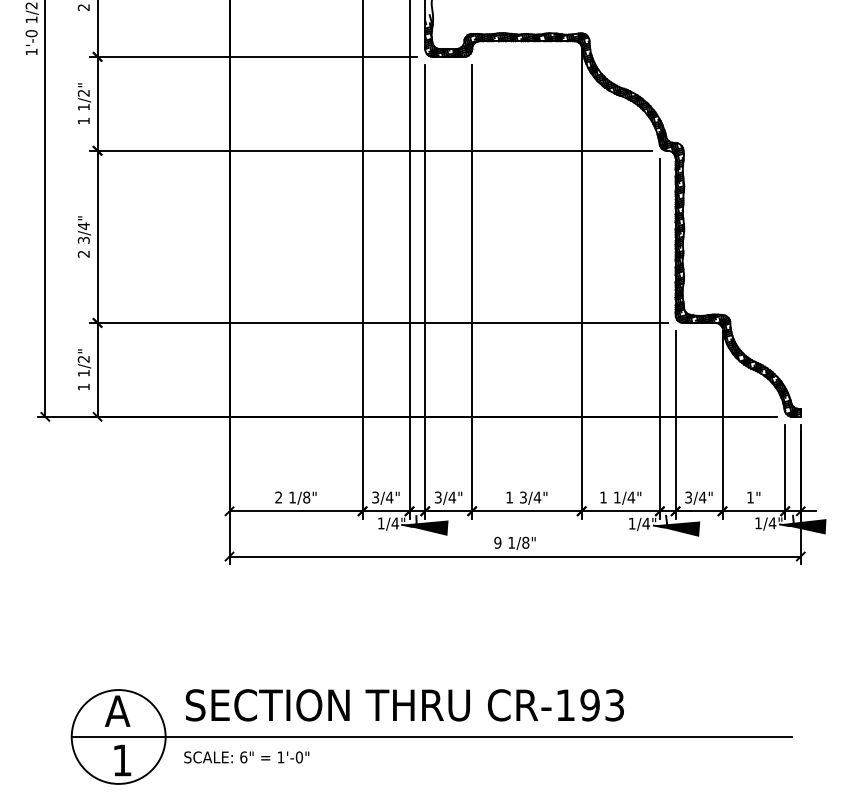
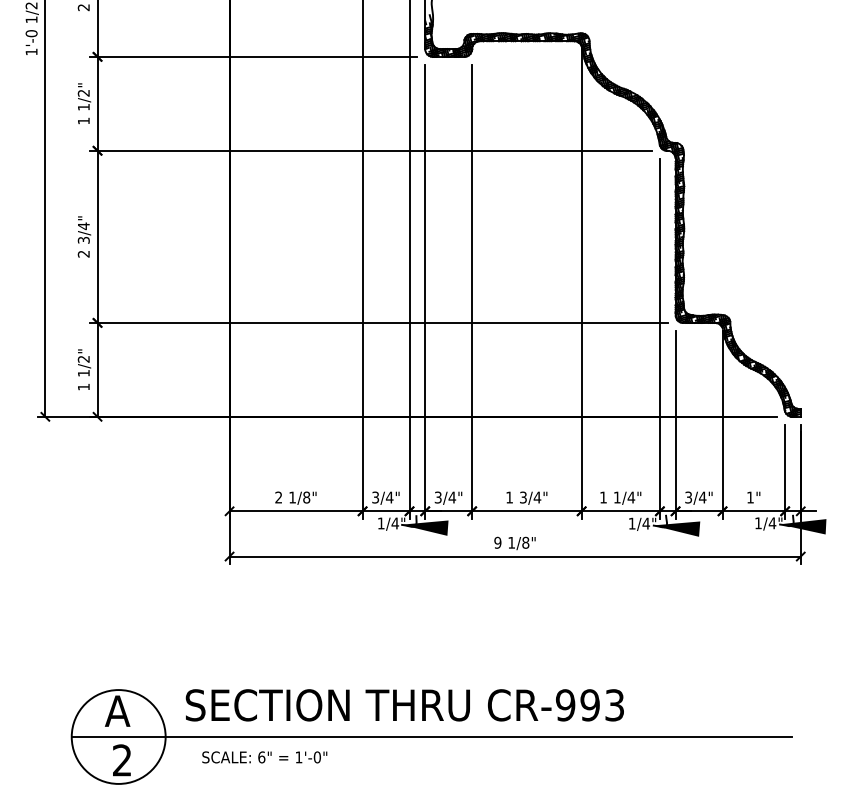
text at (565, 705): CR-193 -> CR-993
text at (246, 757) position: (246, 757) -> (264, 757)
text at (122, 760): 1 -> 2
